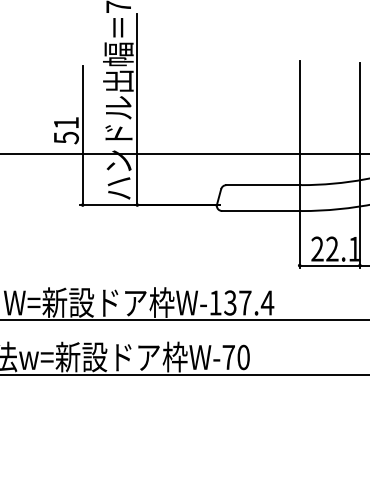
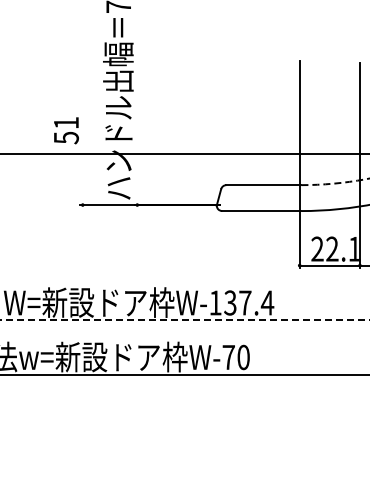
line at (137, 109): present -> none
line at (82, 135): present -> none
arc at (335, 183): solid -> dashed
line at (184, 320): solid -> dashed
